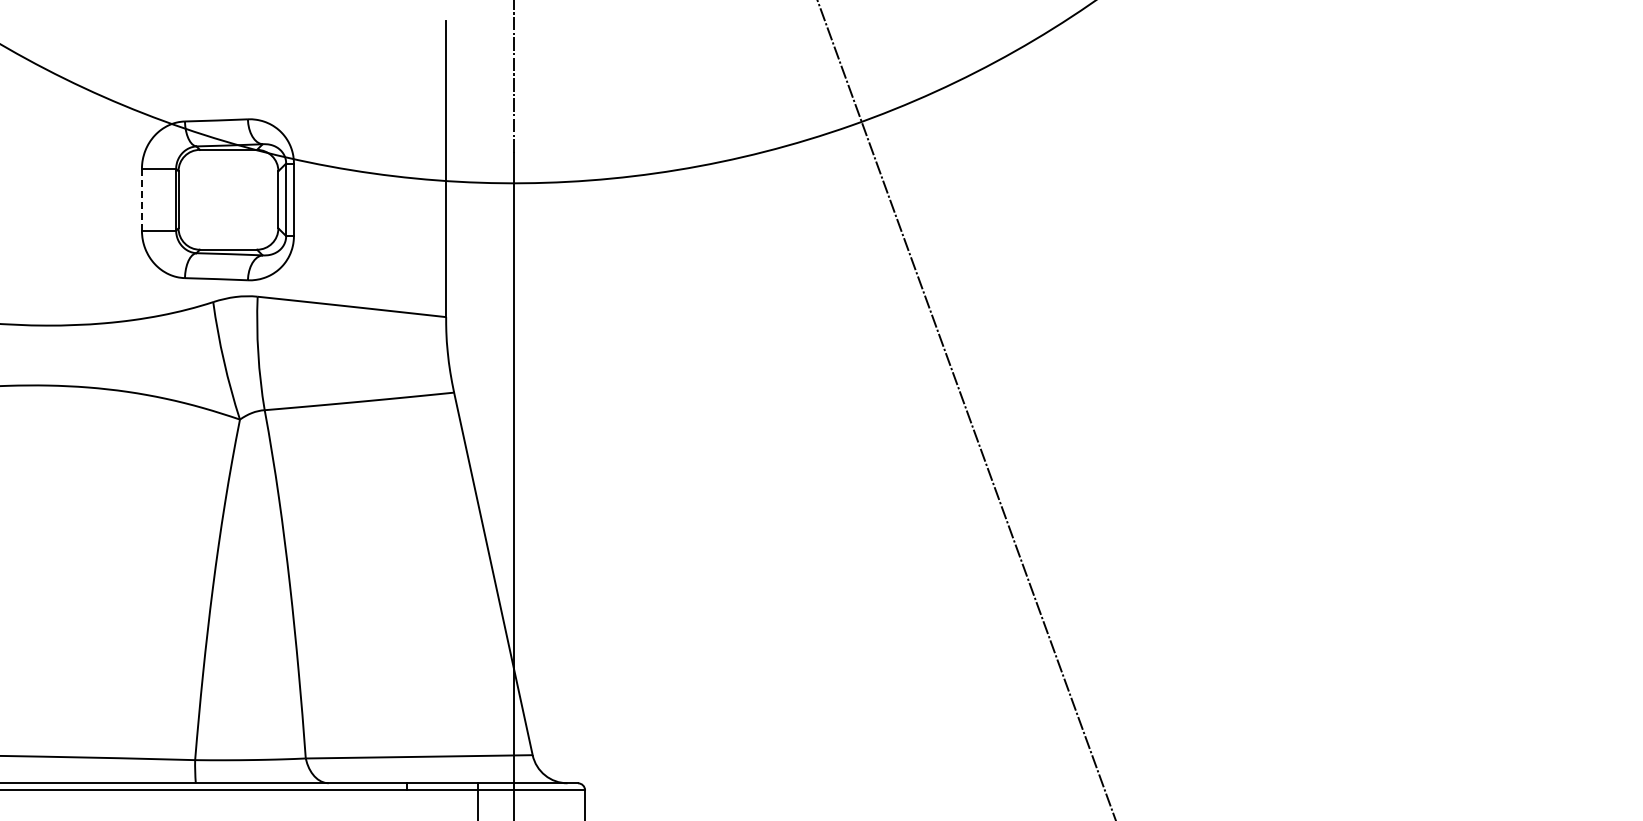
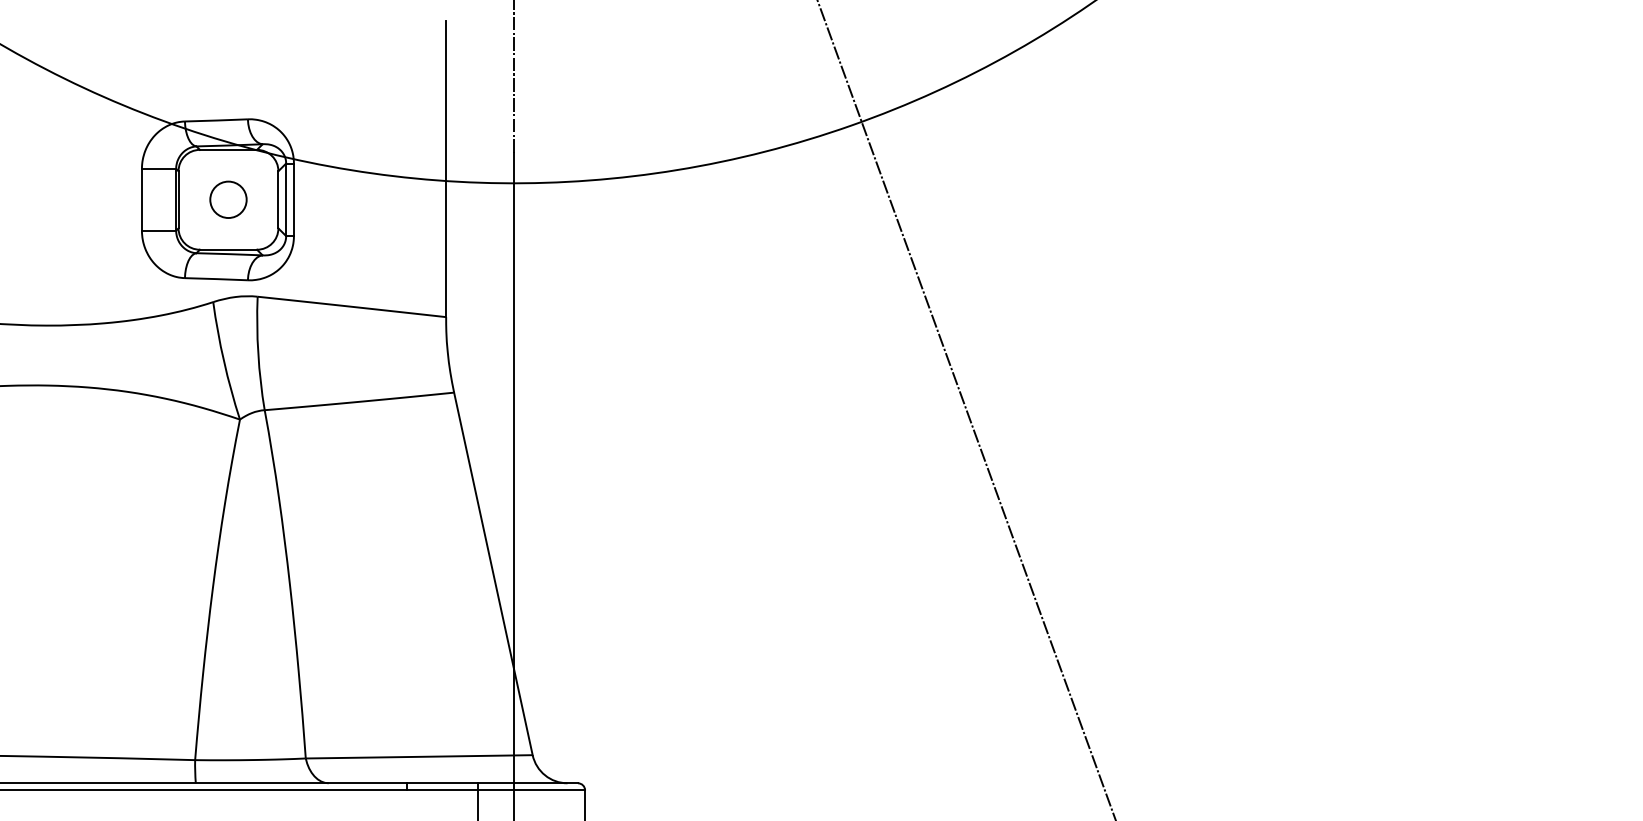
line at (141, 199): dashed -> solid
circle at (228, 199): none -> present
